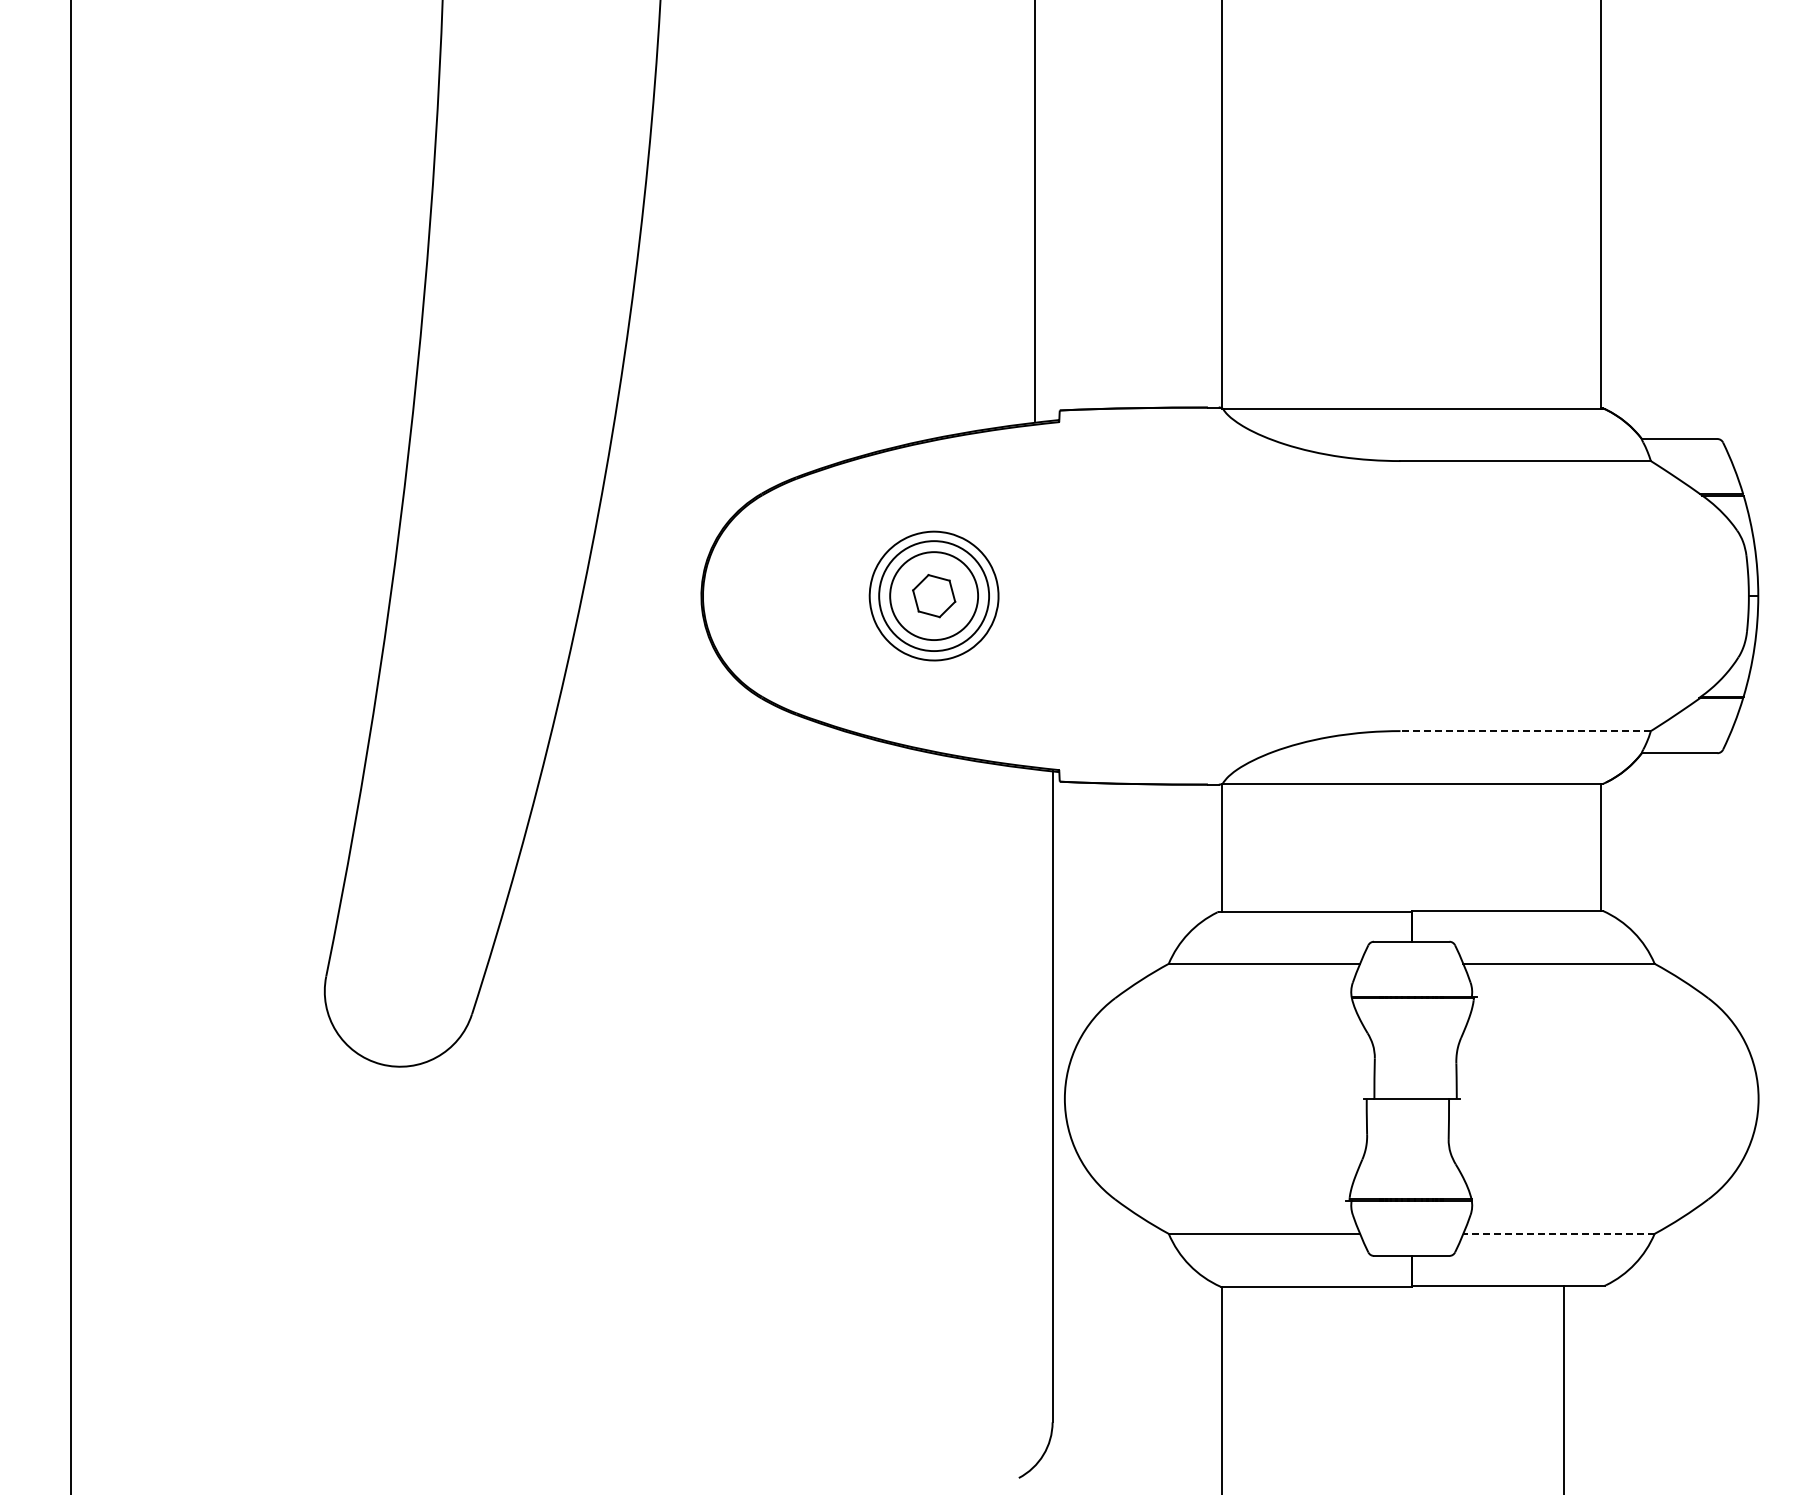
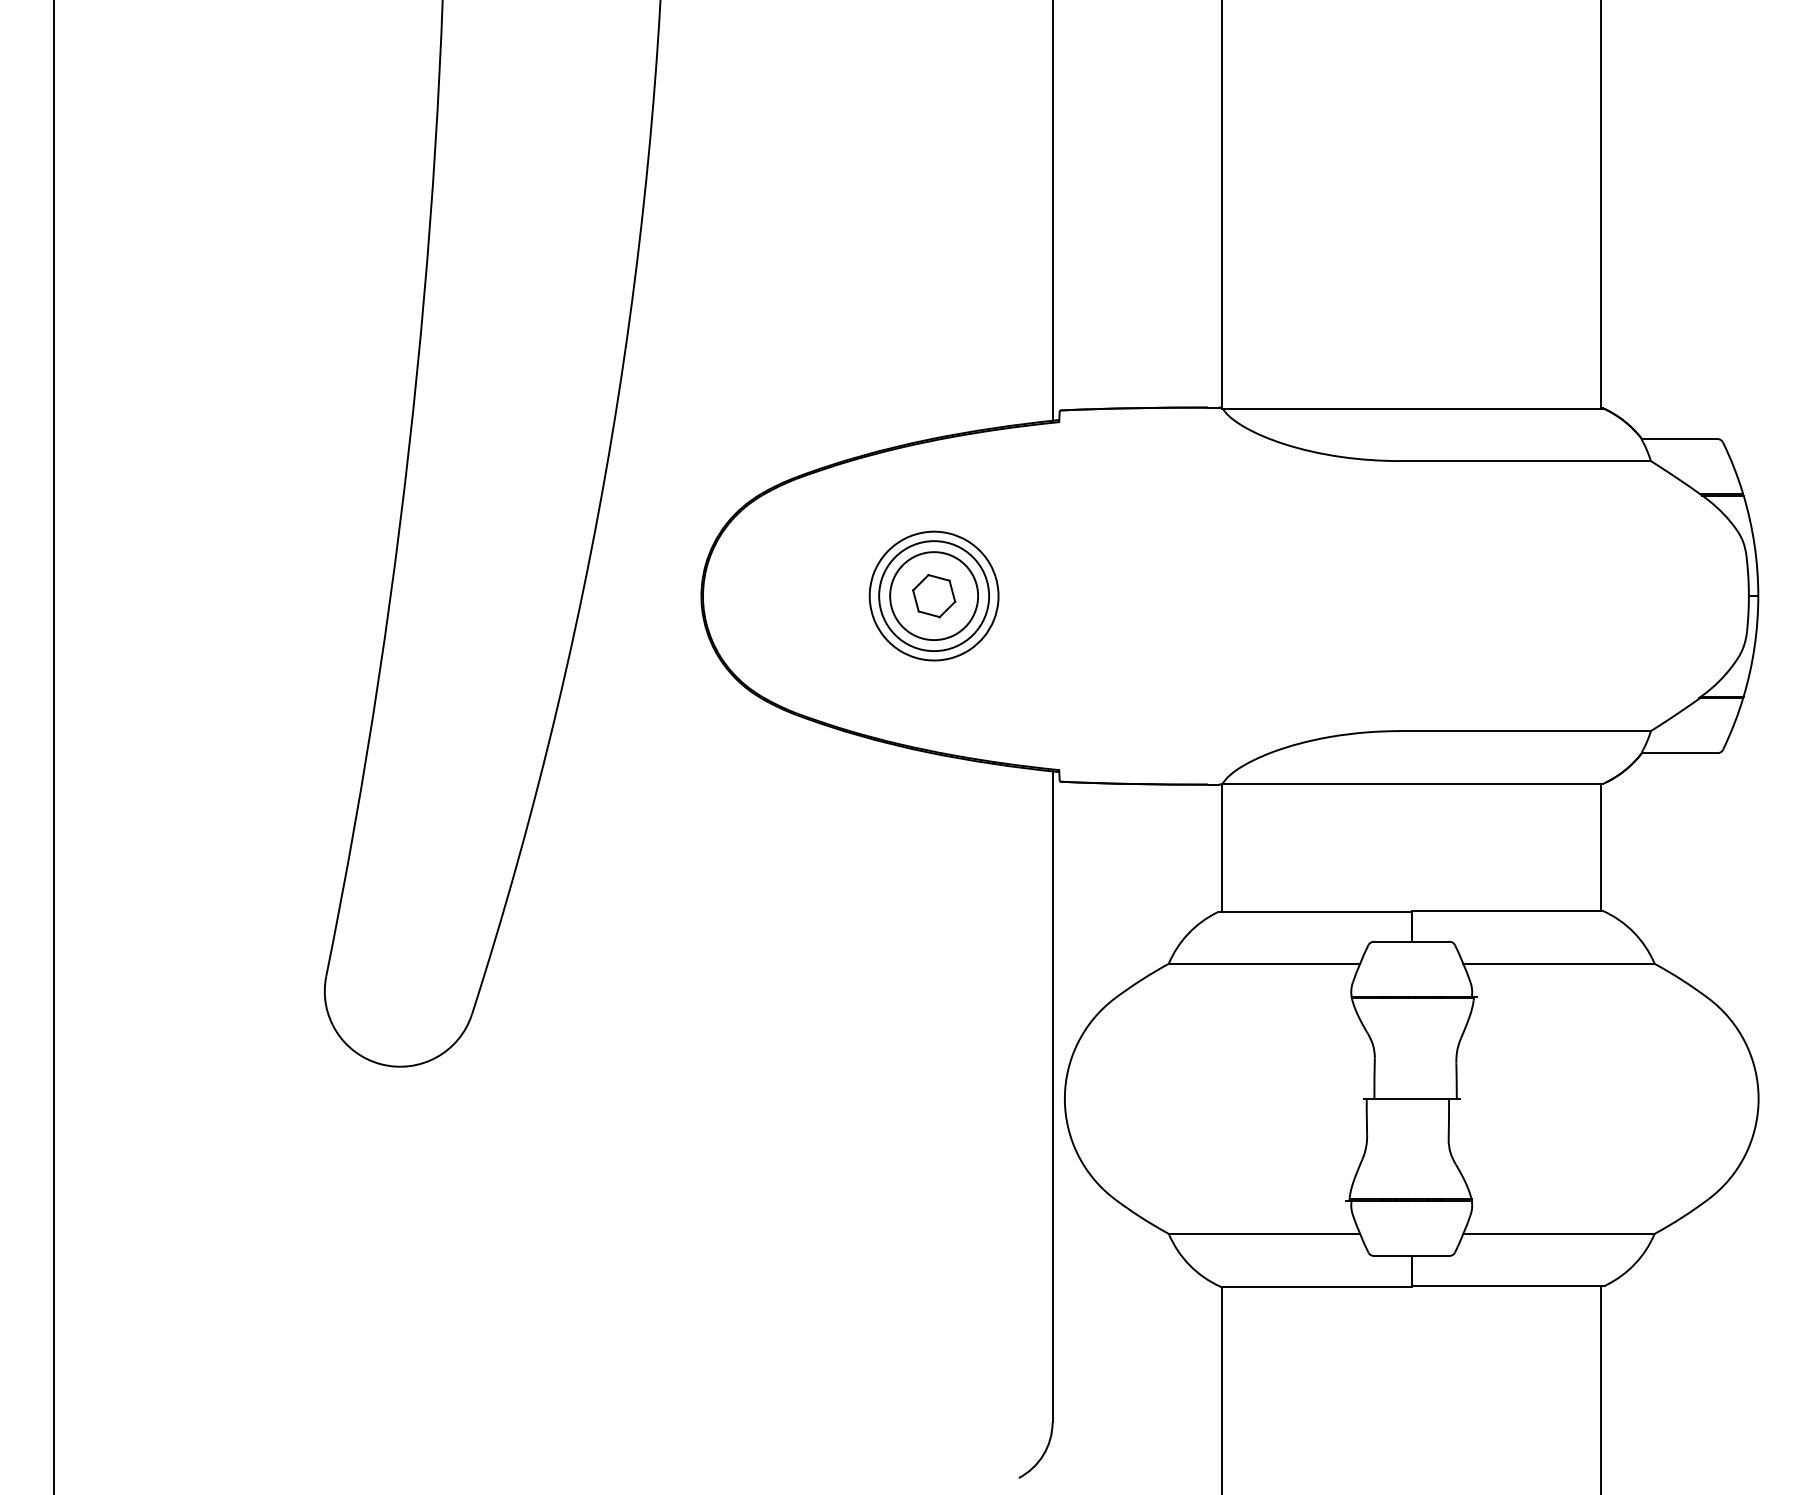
line at (1034, 211) position: (1034, 211) -> (1052, 211)
line at (1525, 731): dashed -> solid
line at (71, 746) position: (71, 746) -> (54, 746)
line at (1559, 1233): dashed -> solid
line at (1564, 1388) position: (1564, 1388) -> (1601, 1388)
